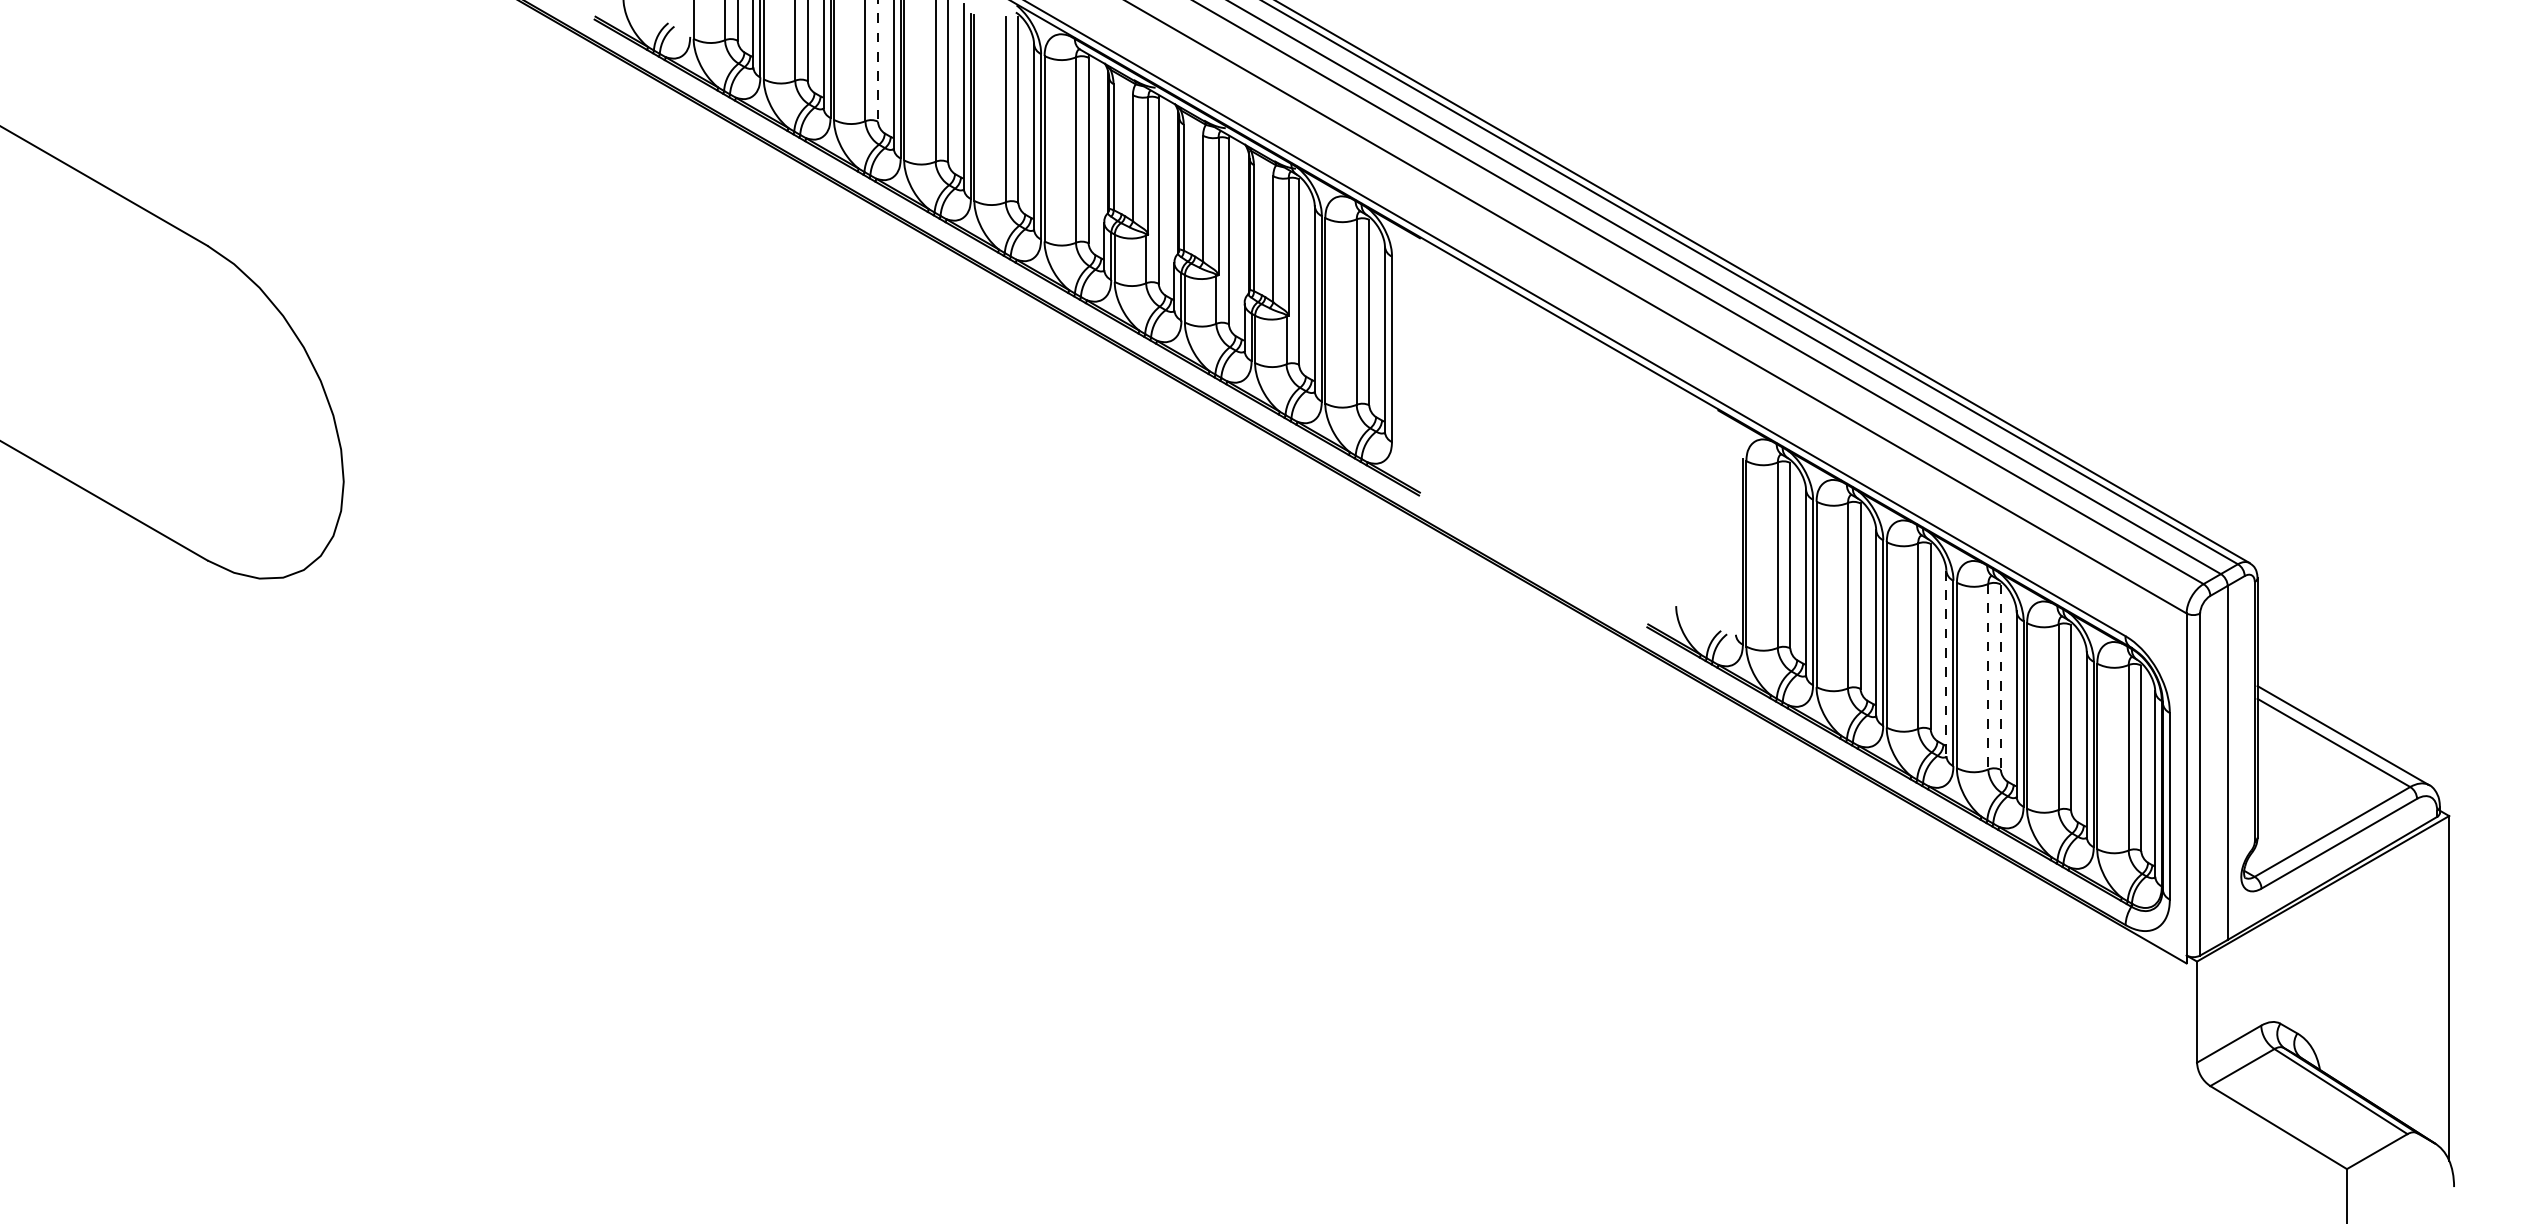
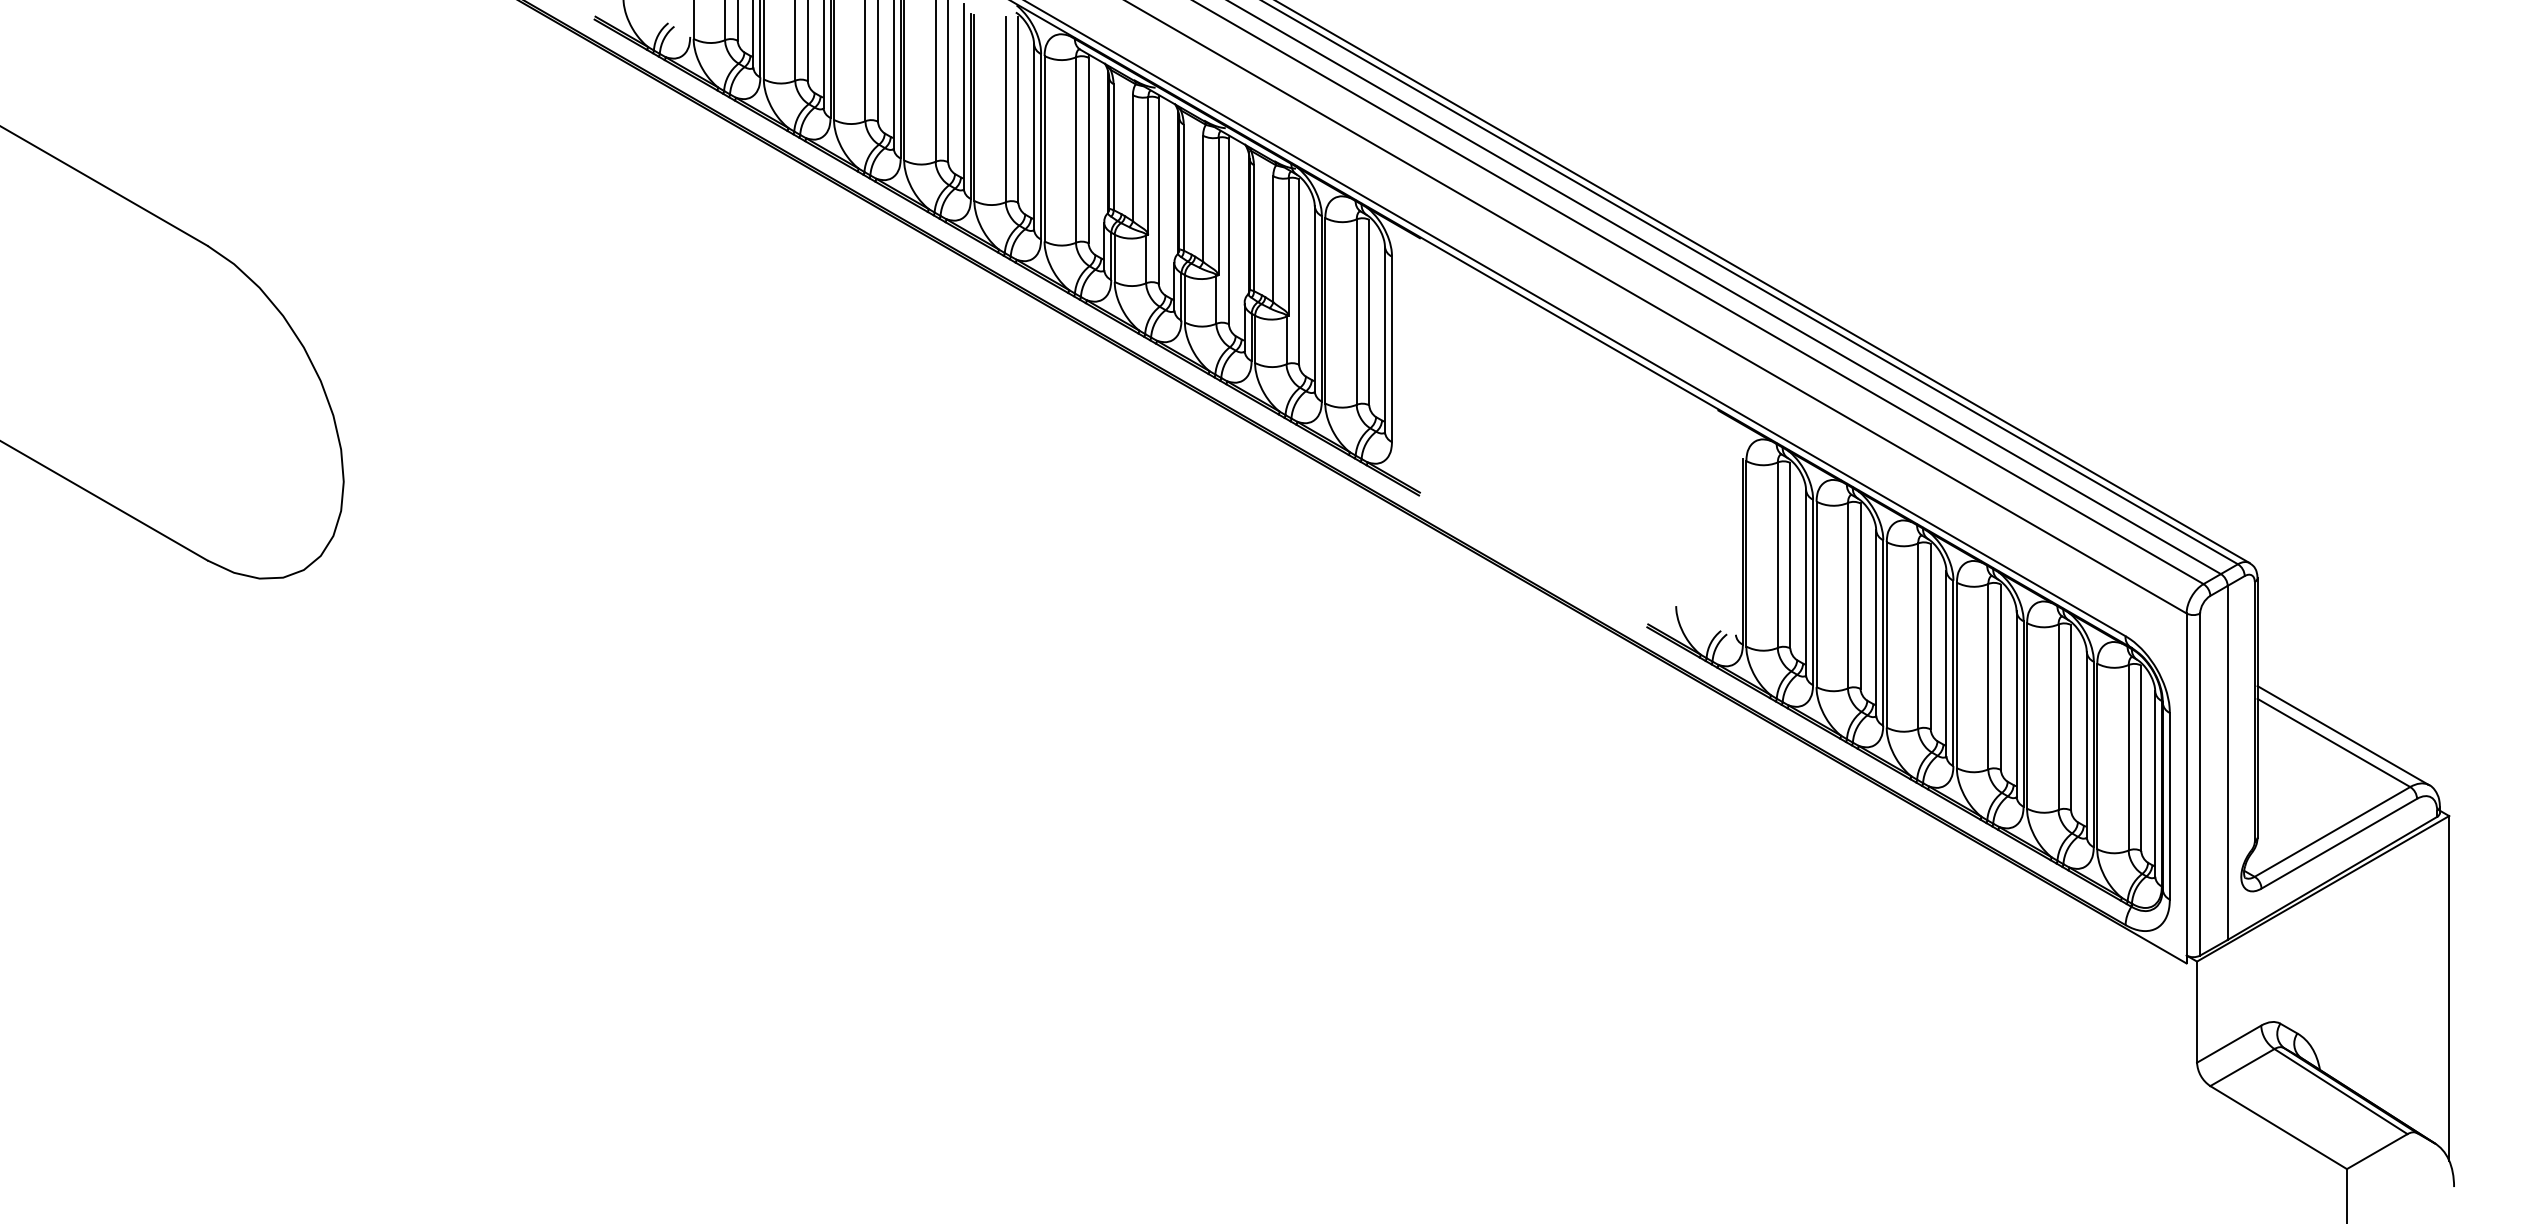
line at (878, 60): dashed -> solid
line at (1946, 663): dashed -> solid
line at (1988, 676): dashed -> solid
line at (2000, 677): dashed -> solid
